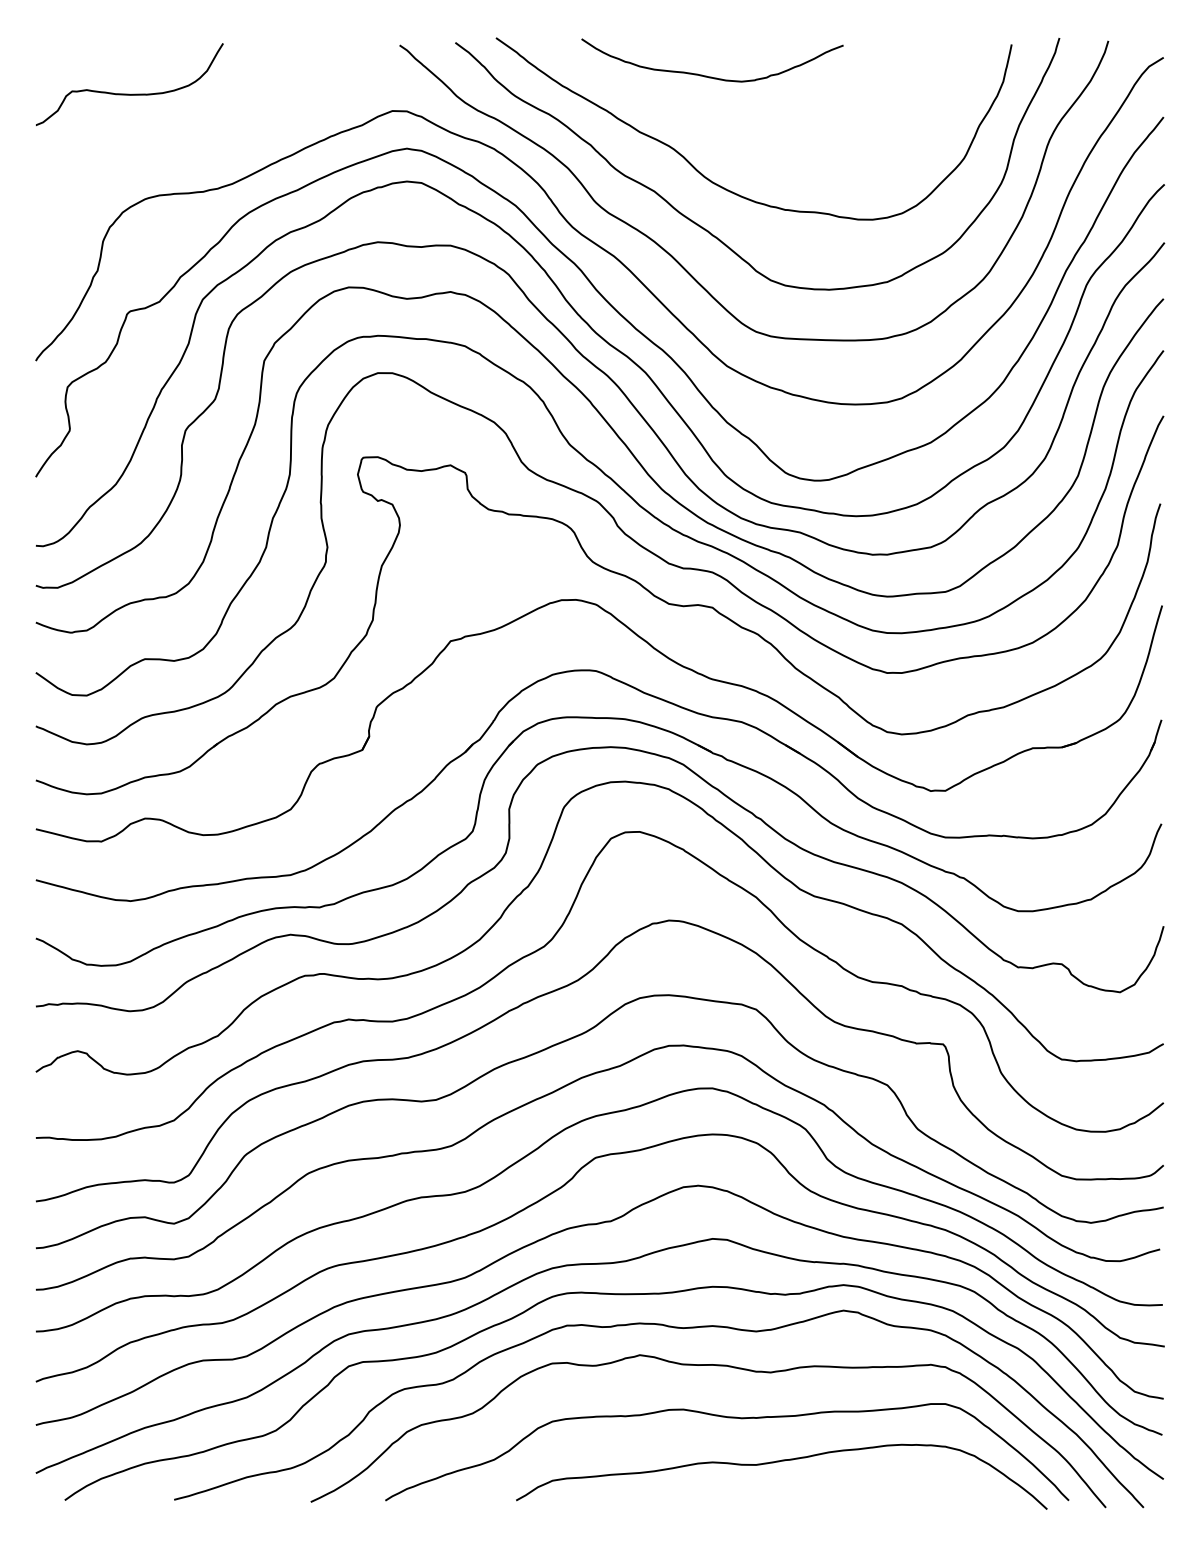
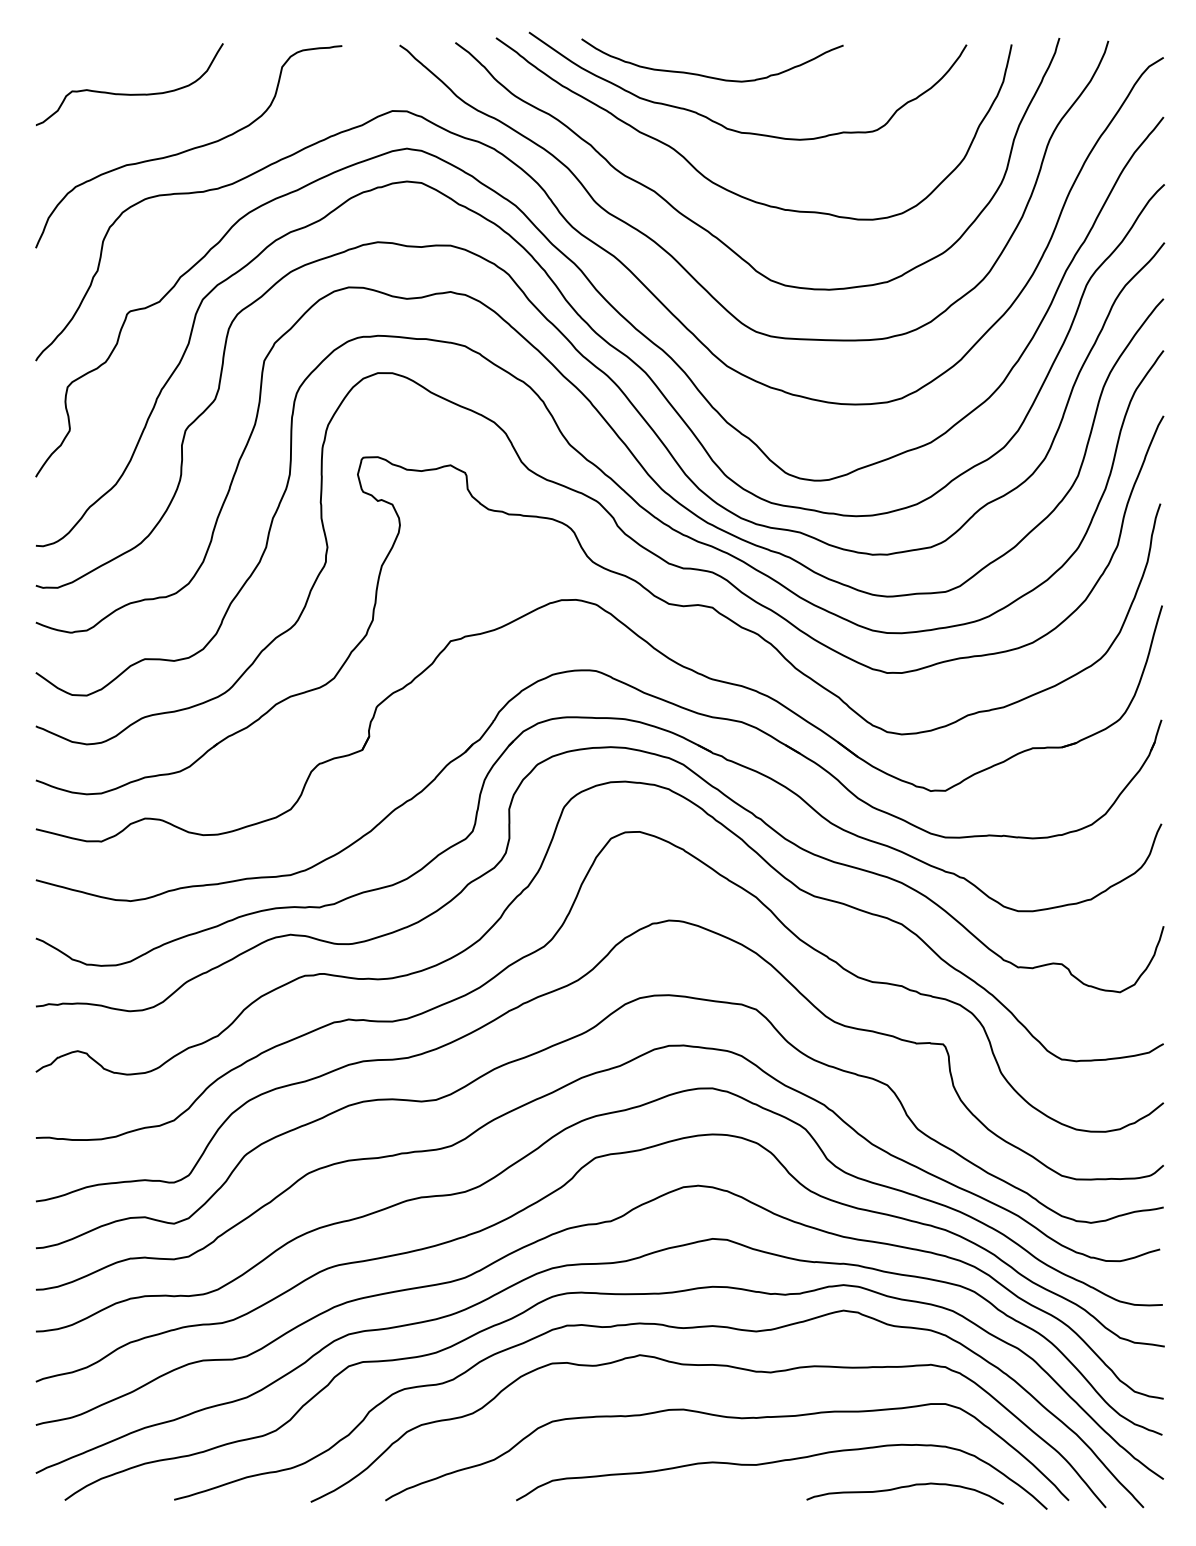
curve at (734, 129): none -> present
curve at (190, 148): none -> present
curve at (901, 1488): none -> present
